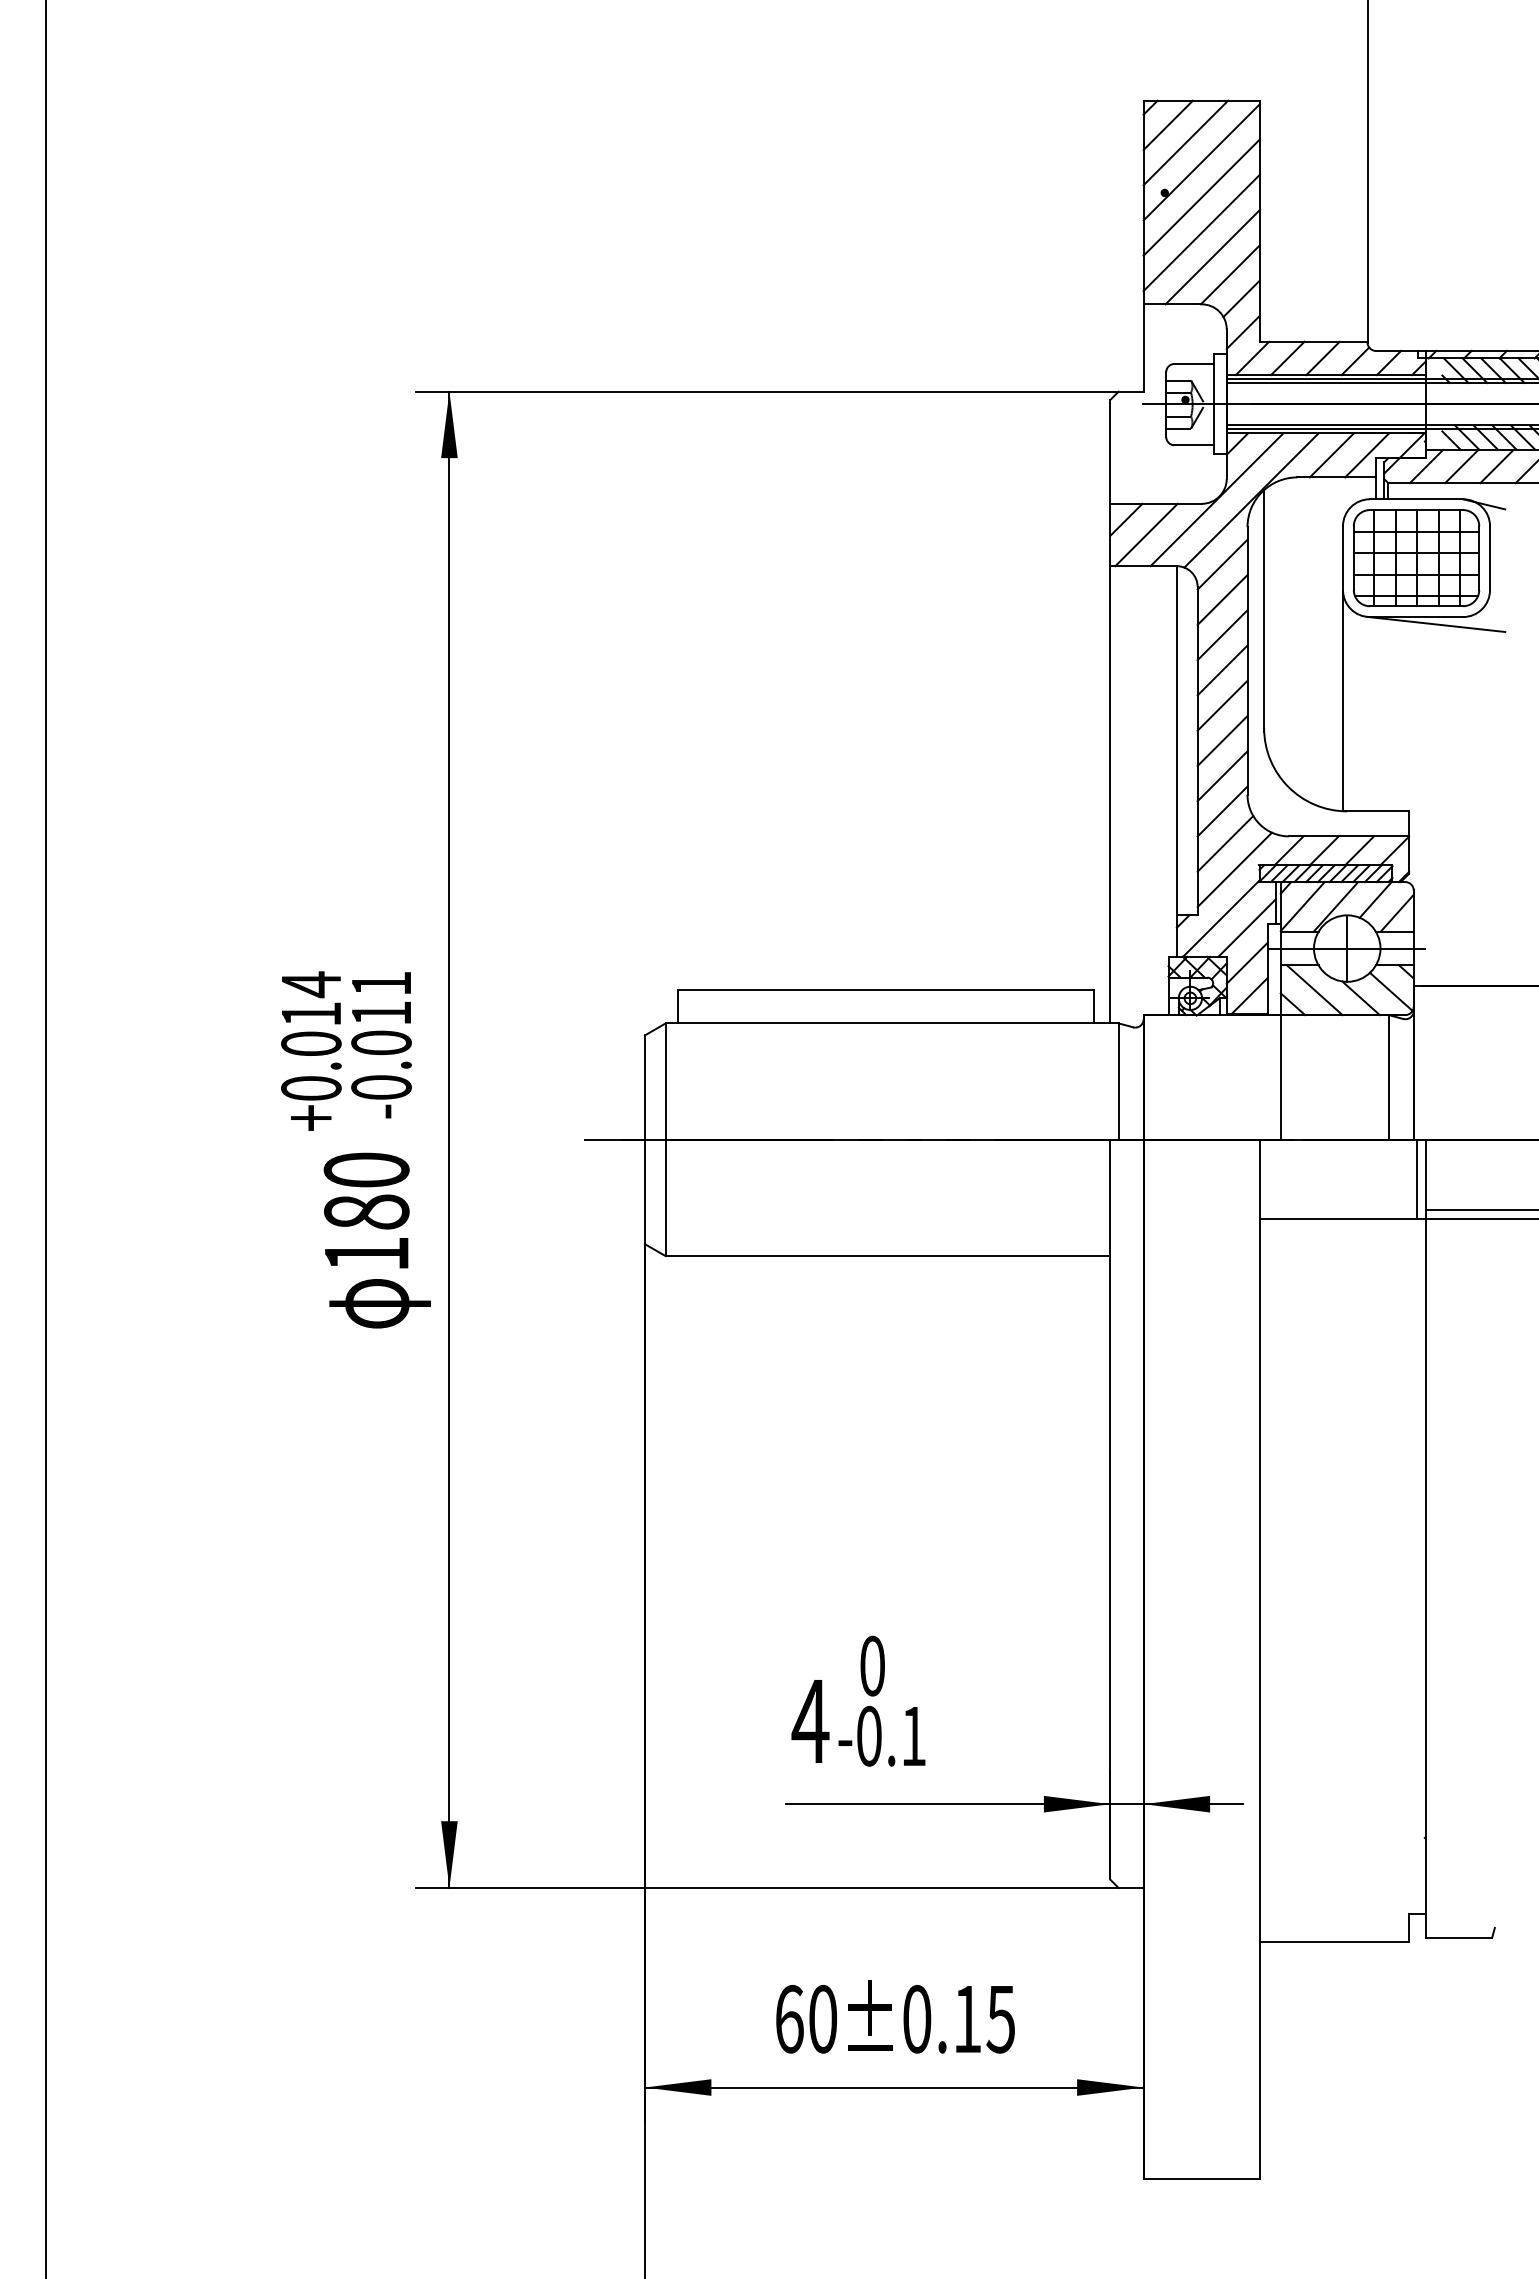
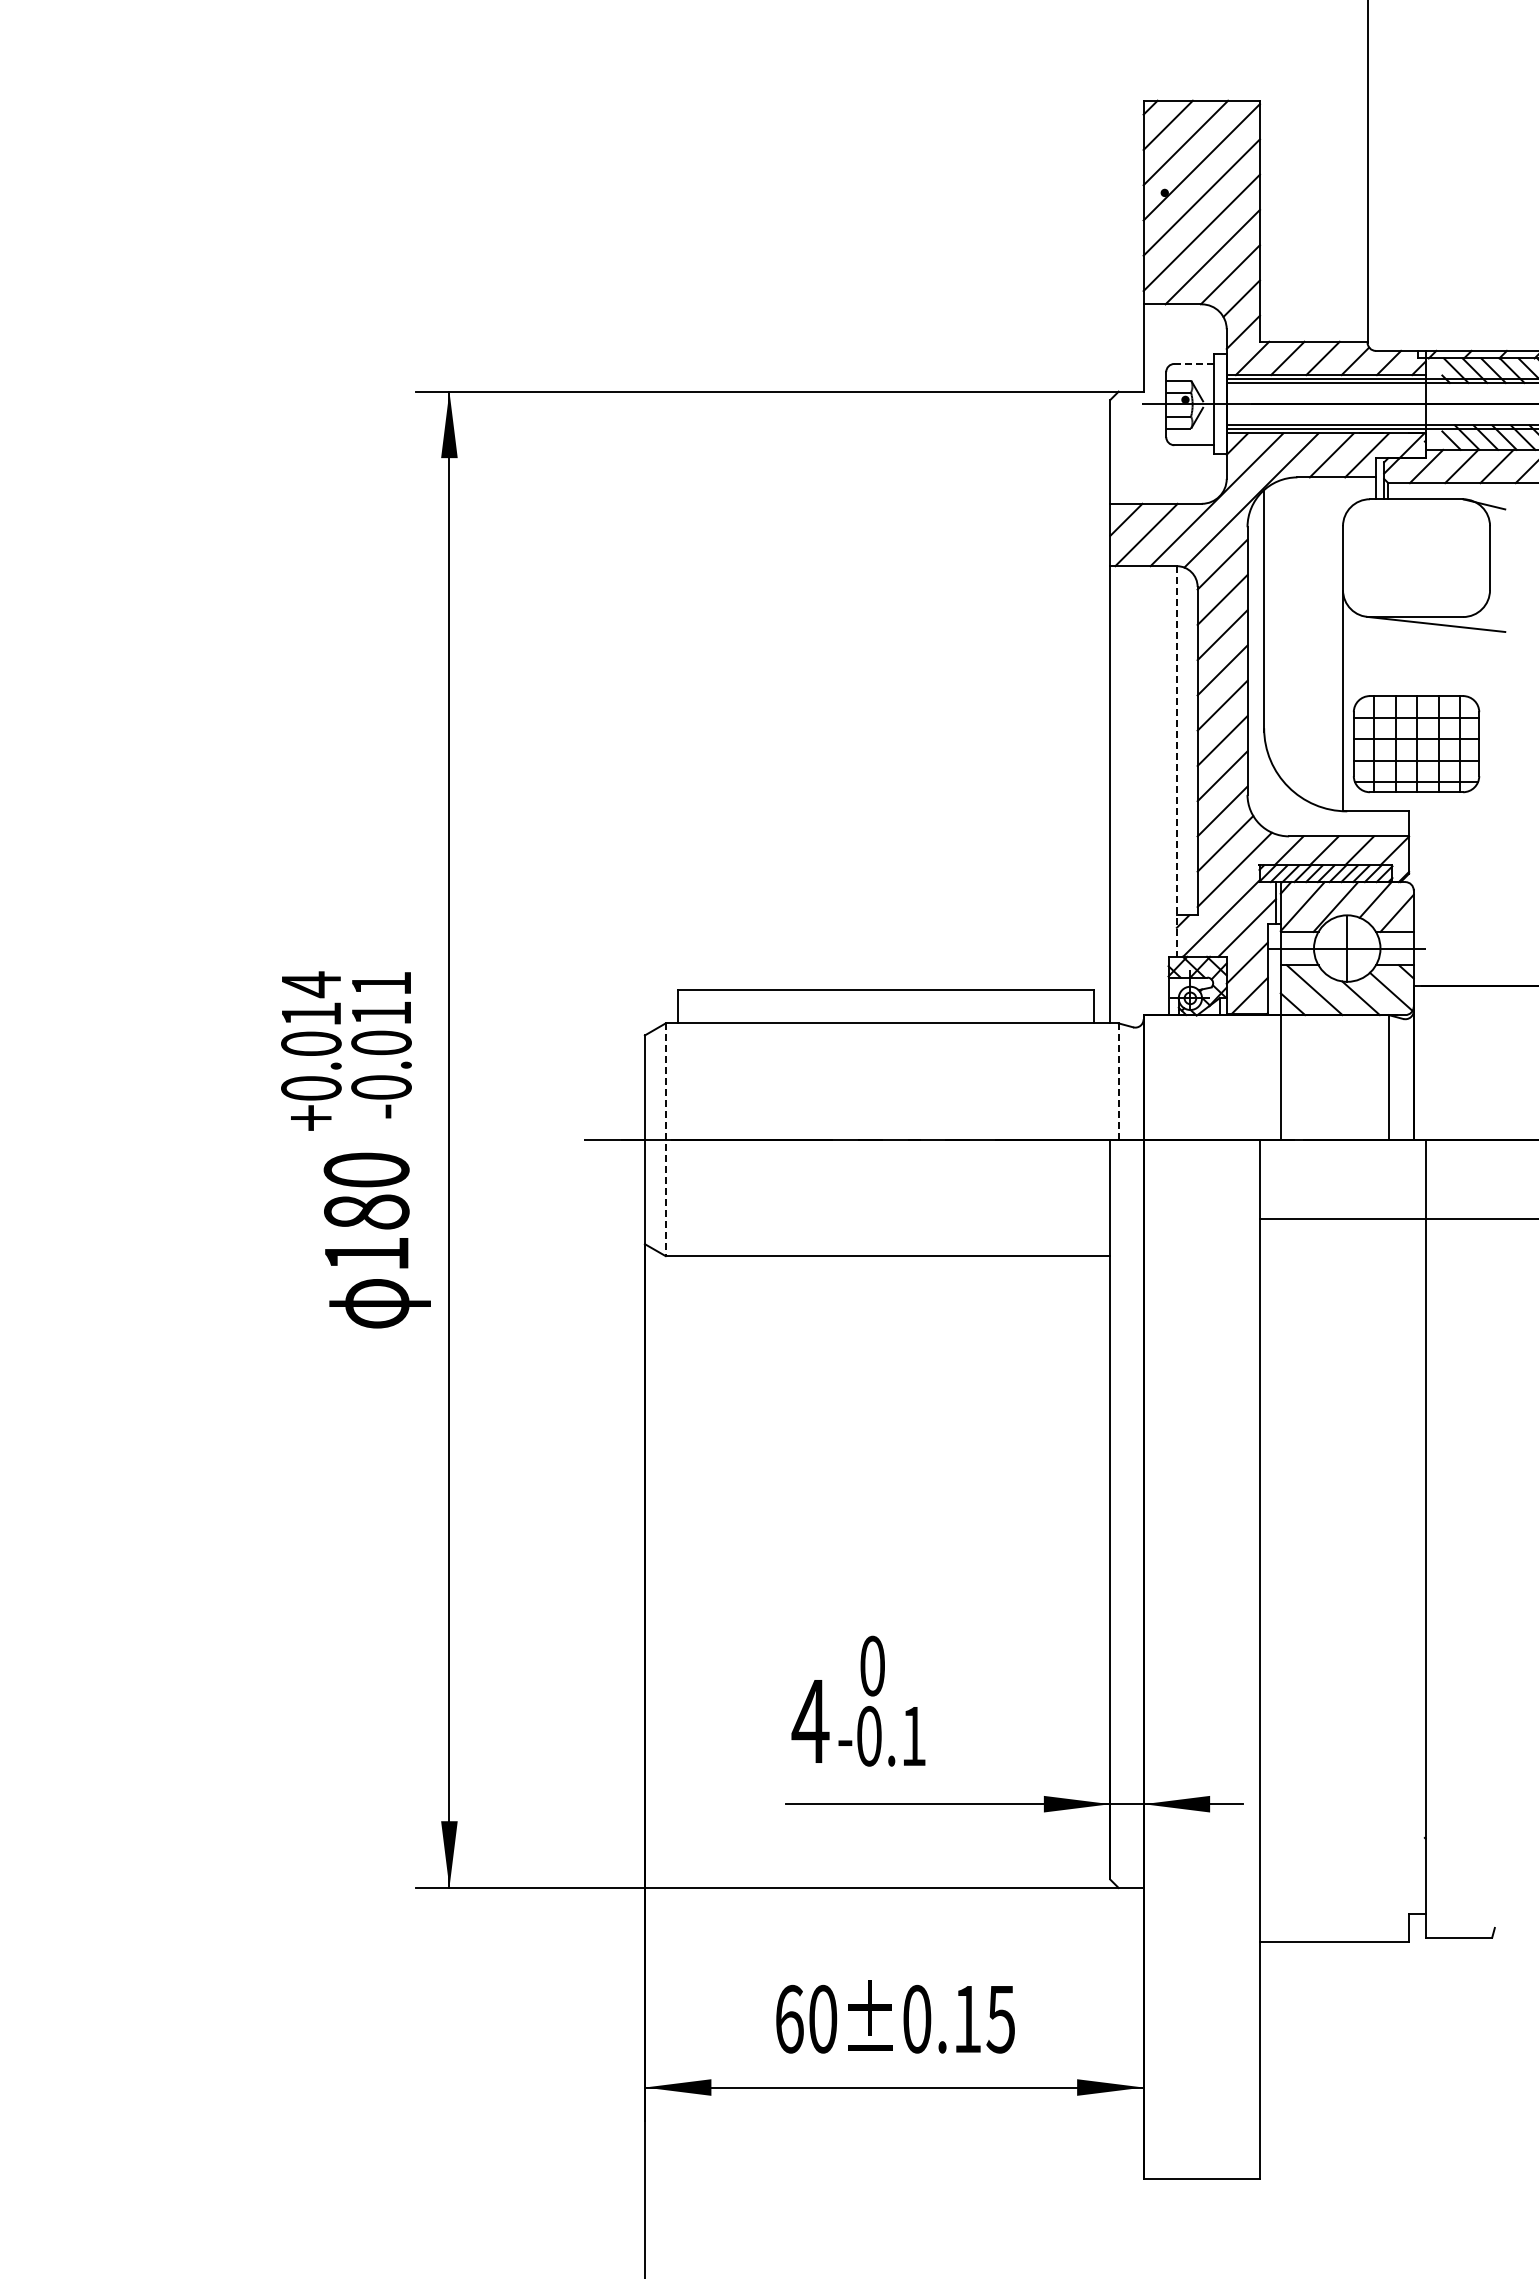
line at (1193, 363): solid -> dashed
part at (1416, 558) position: (1416, 558) -> (1416, 744)
line at (1176, 762): solid -> dashed
line at (1118, 1082): solid -> dashed
line at (46, 1138): present -> none
line at (665, 1140): solid -> dashed
line at (1417, 1178): present -> none
line at (1480, 1210): present -> none
